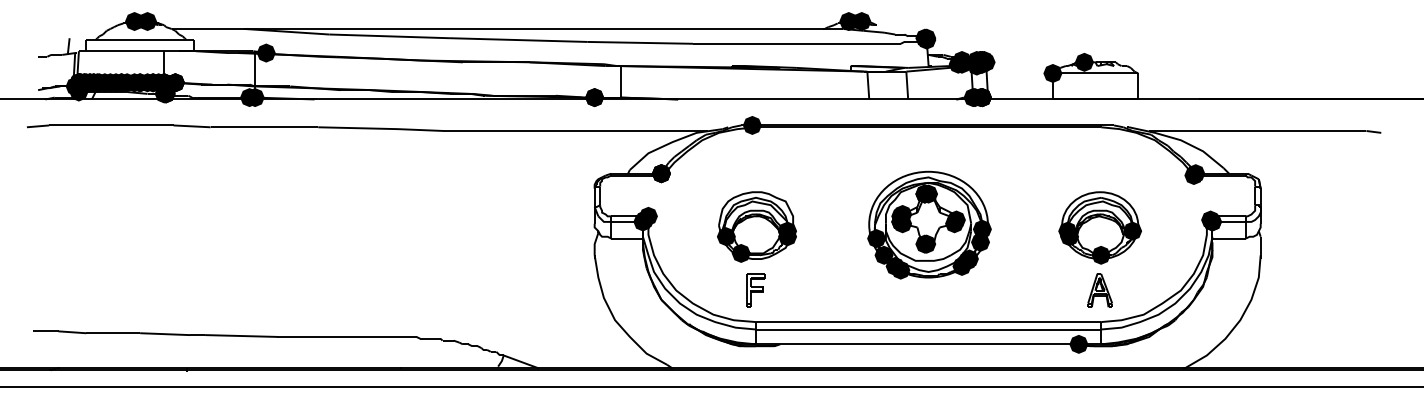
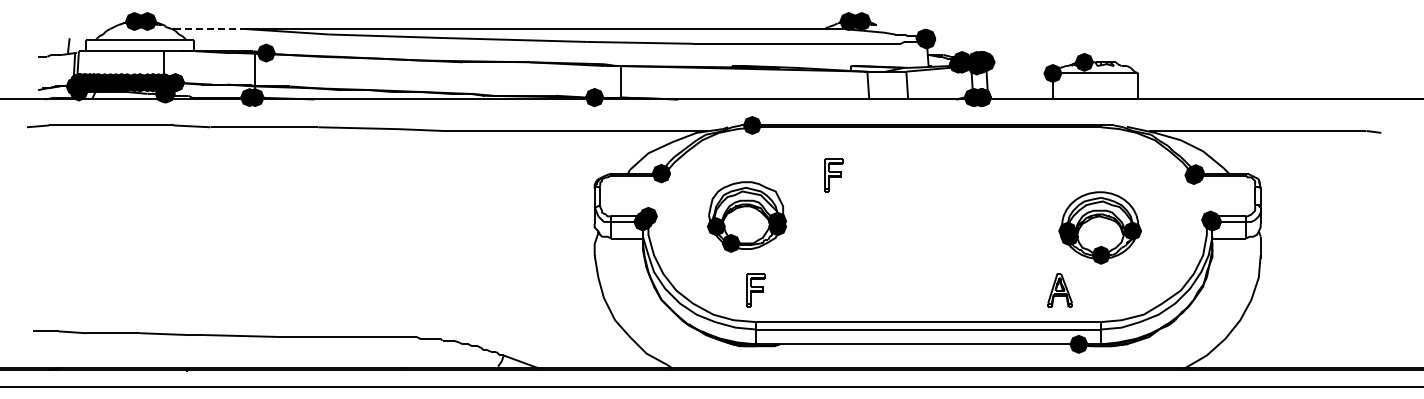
line at (209, 28): solid -> dashed
part at (833, 175): none -> present
part at (929, 224): present -> none
part at (756, 226) position: (756, 226) -> (746, 216)
part at (1099, 290) position: (1099, 290) -> (1059, 290)
